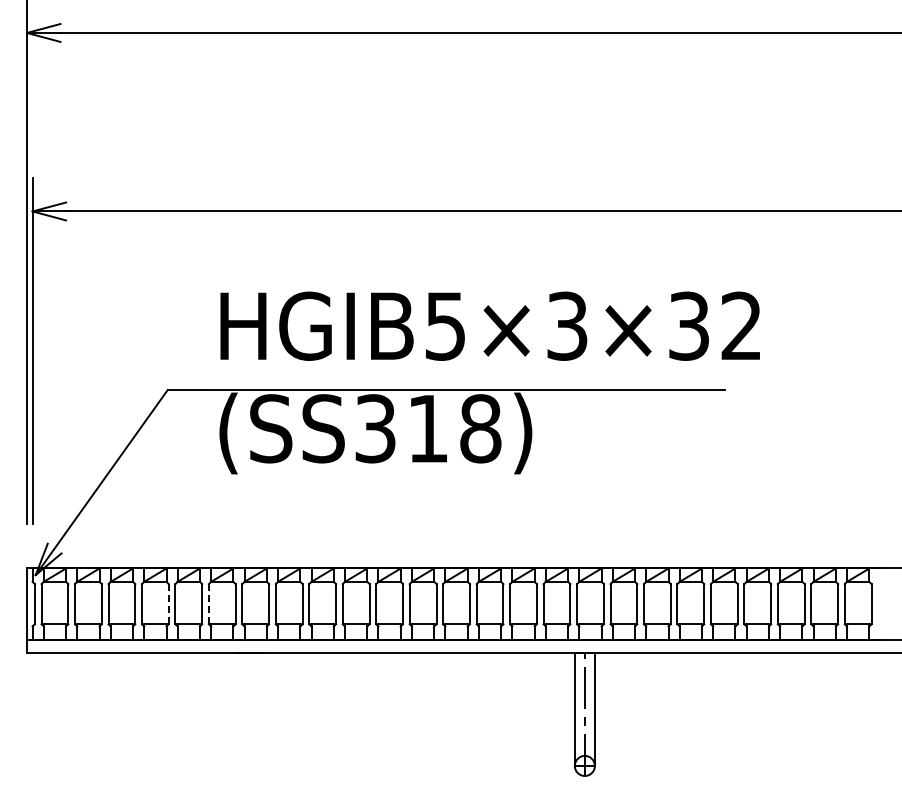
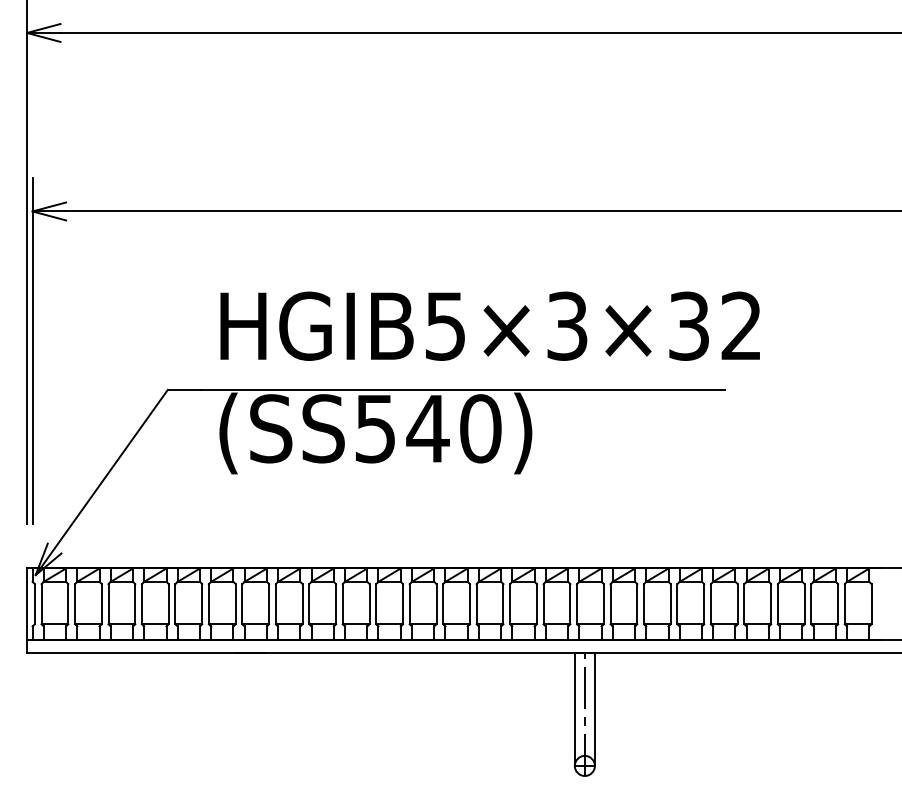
text at (428, 428): (SS318) -> (SS540)
line at (168, 604): dashed -> solid
line at (208, 604): dashed -> solid
